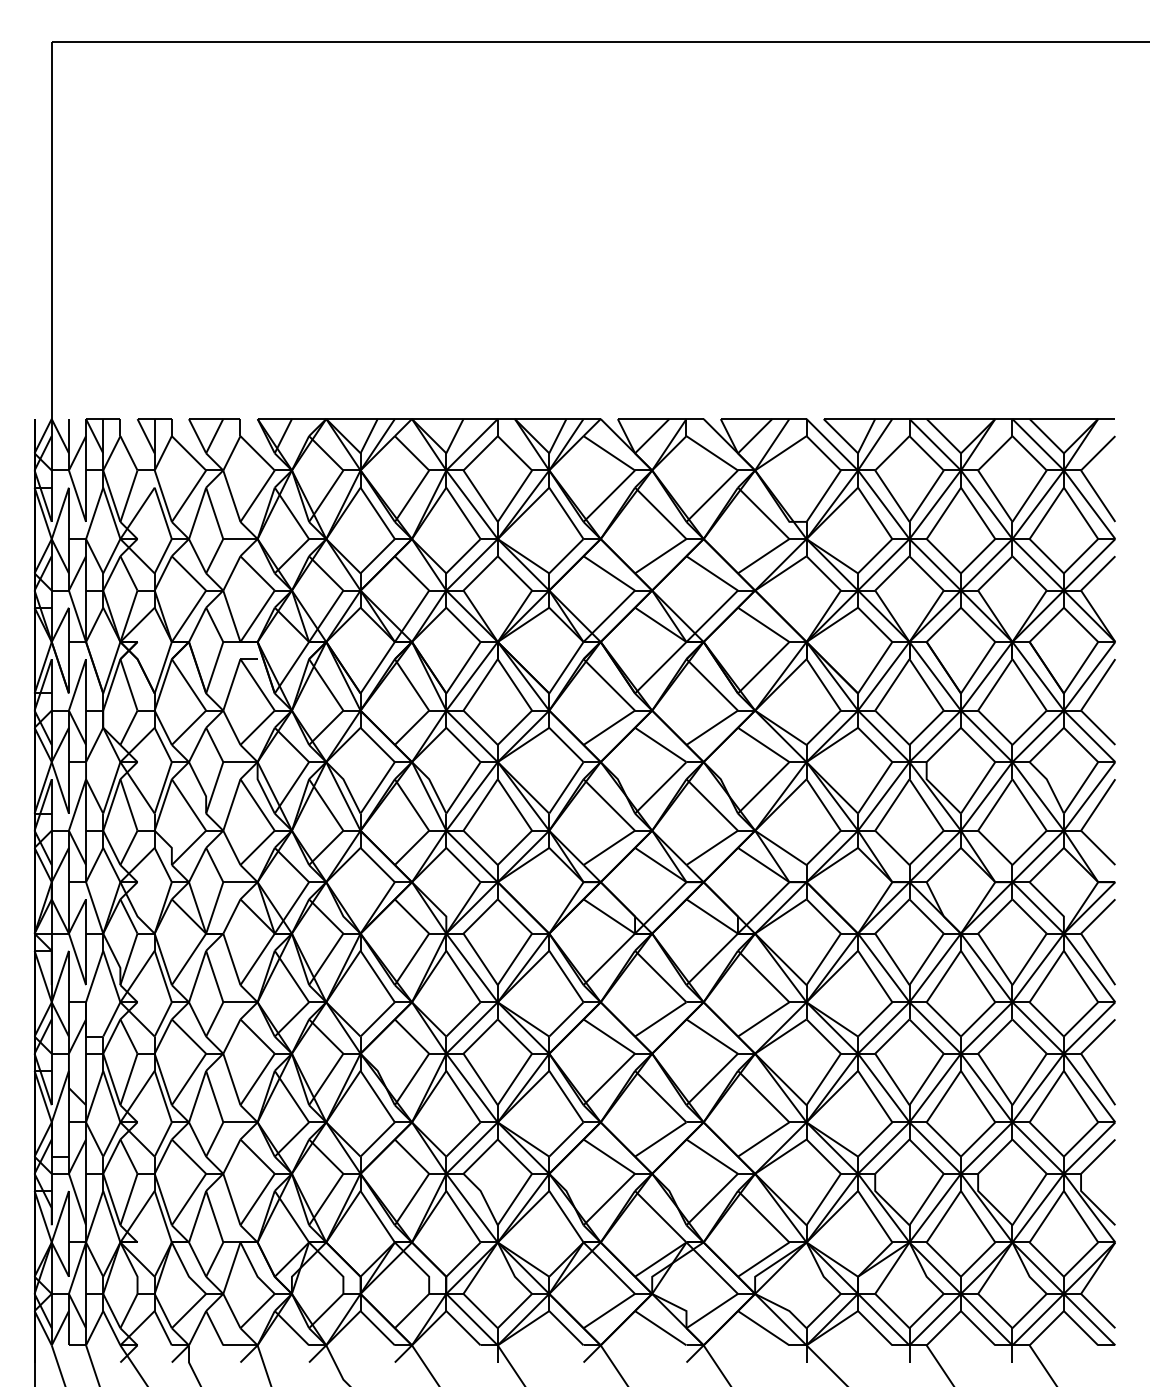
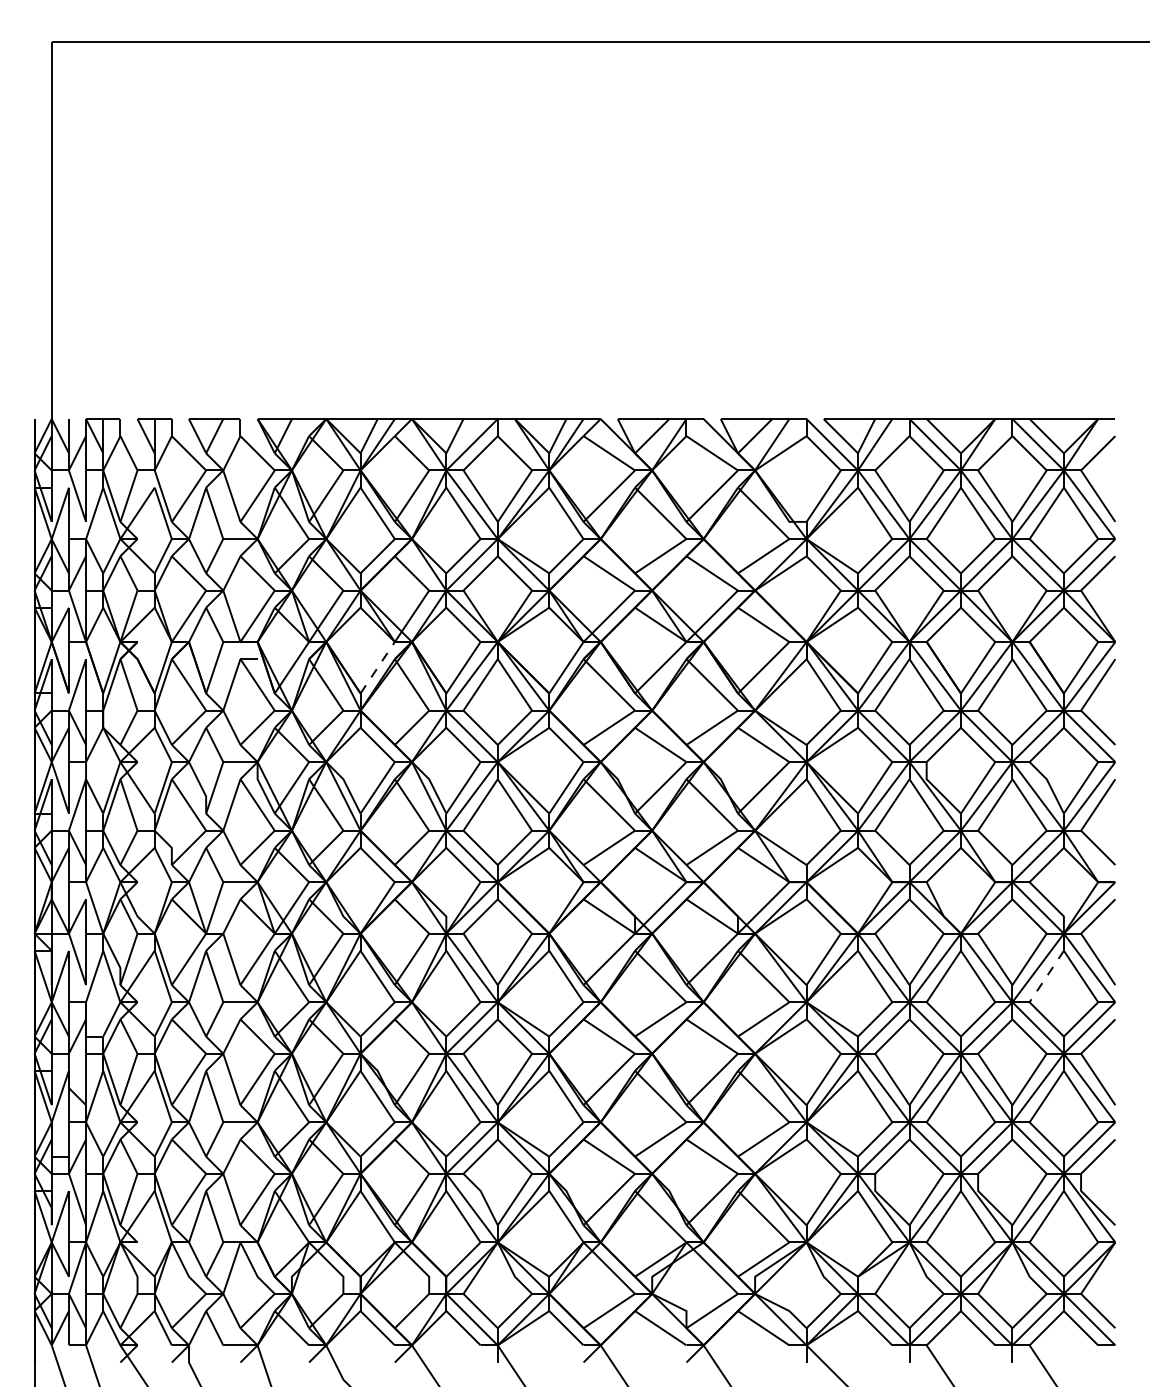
line at (377, 667): solid -> dashed
line at (1046, 976): solid -> dashed
